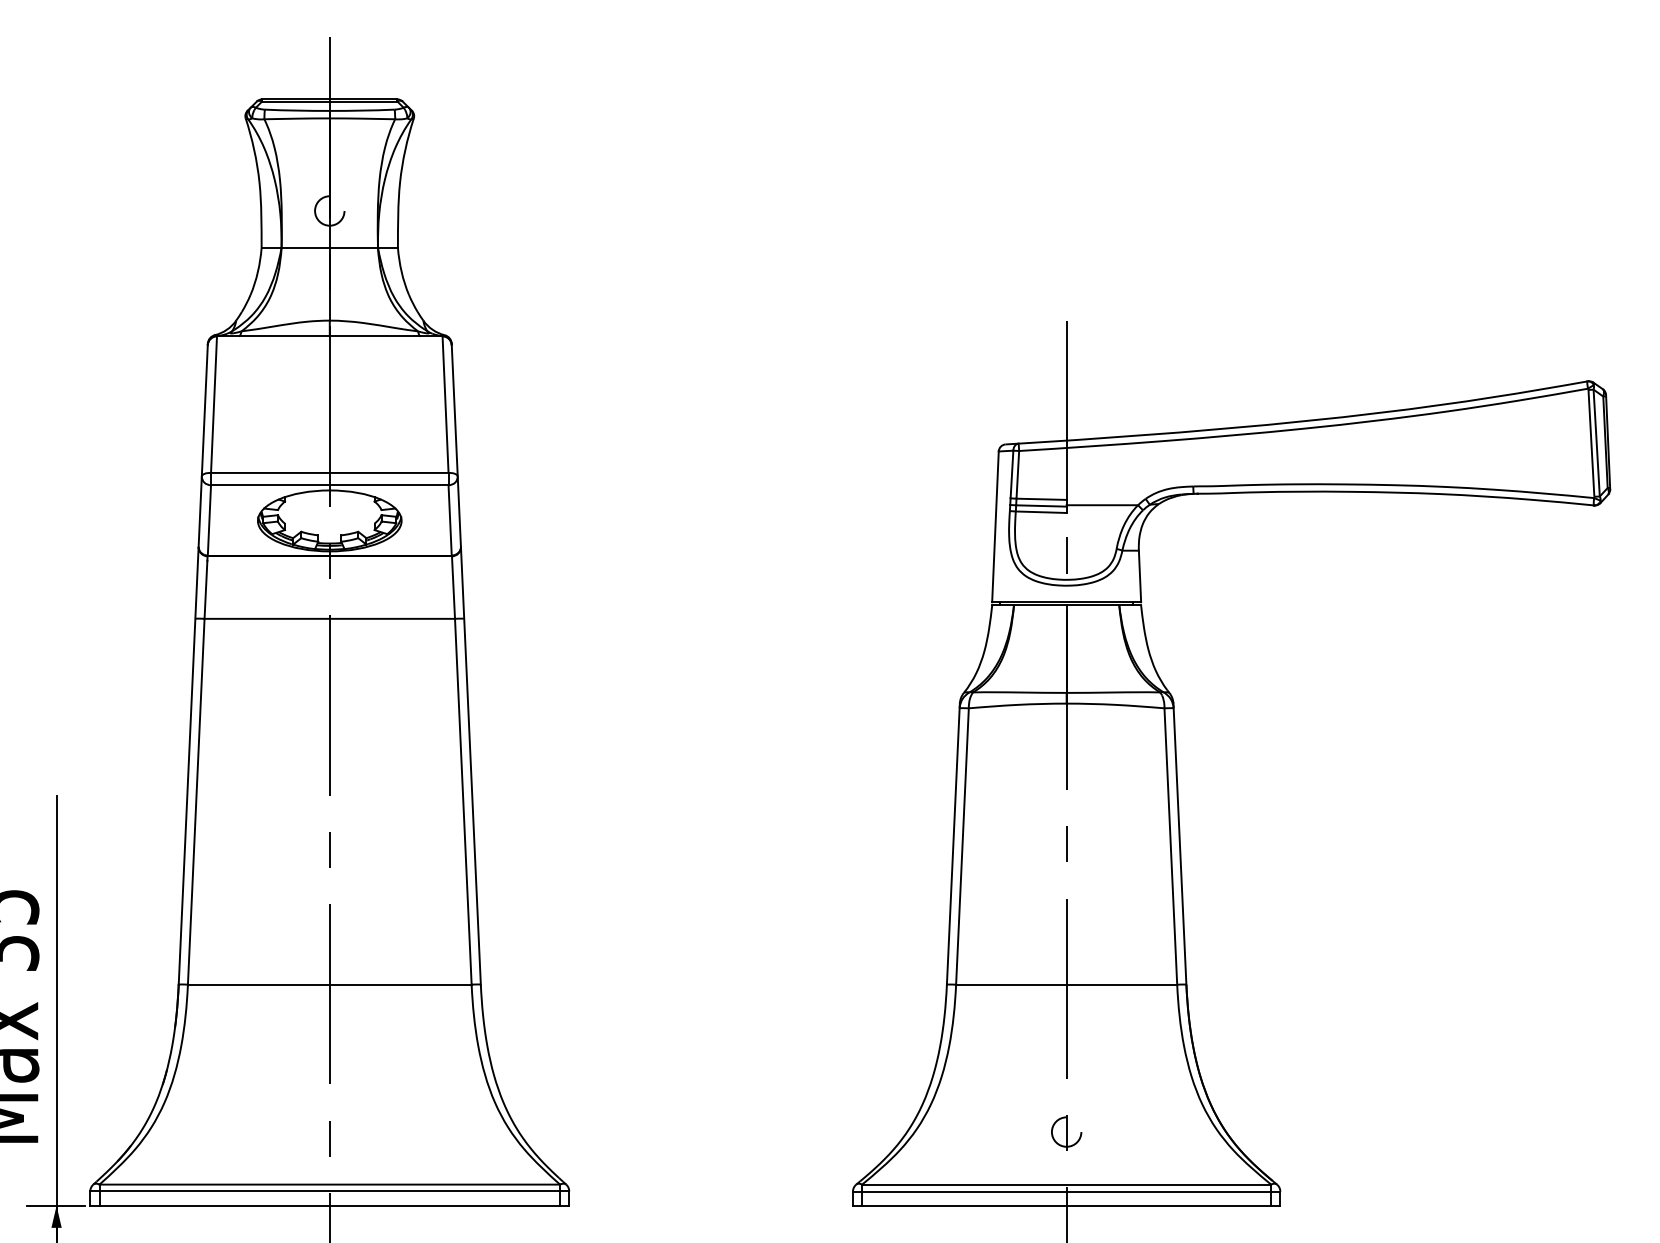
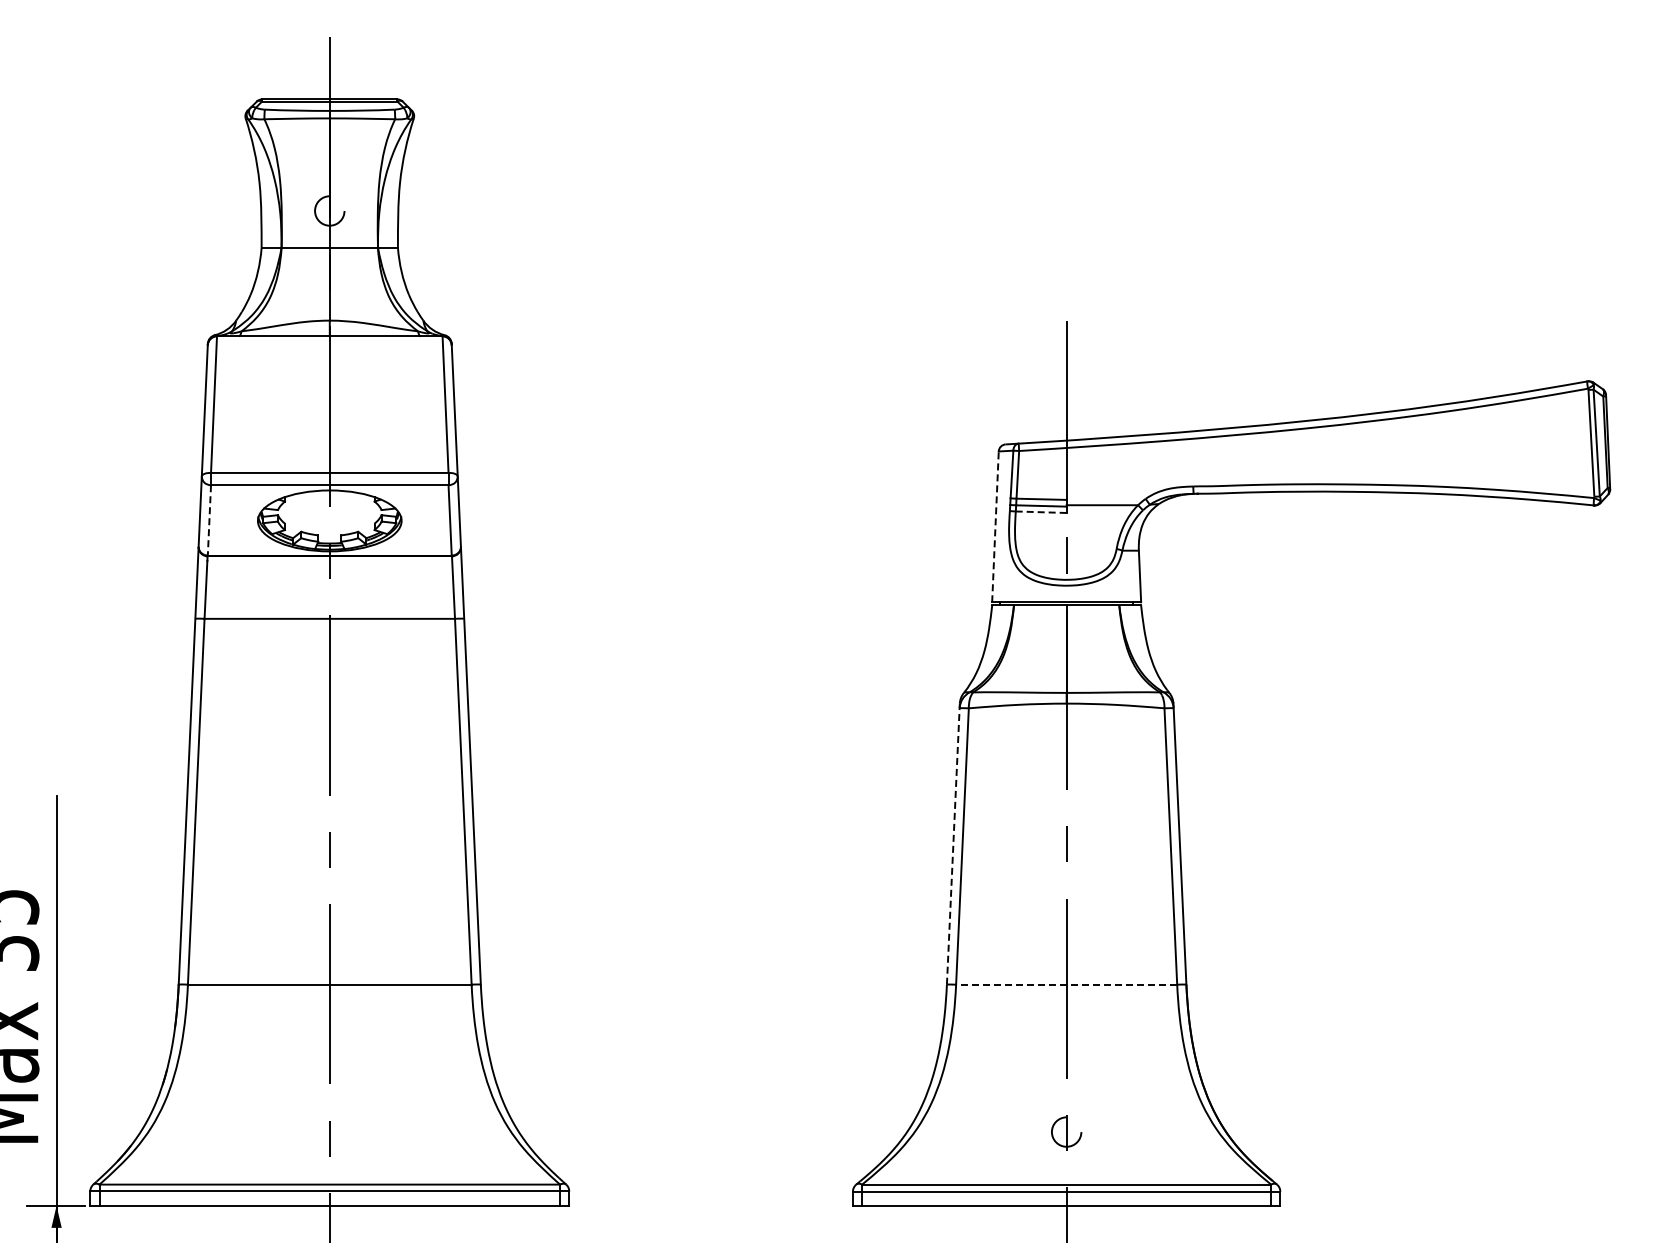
line at (1040, 512): solid -> dashed
line at (209, 520): solid -> dashed
line at (995, 526): solid -> dashed
line at (953, 844): solid -> dashed
line at (1066, 984): solid -> dashed
